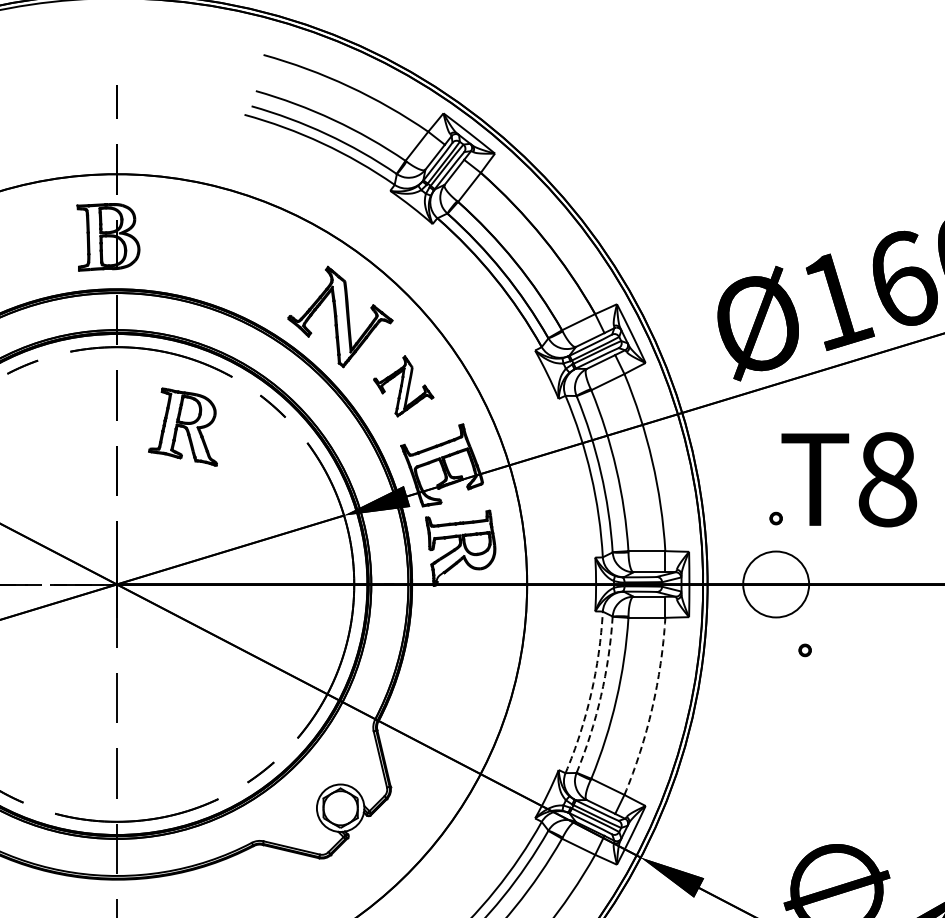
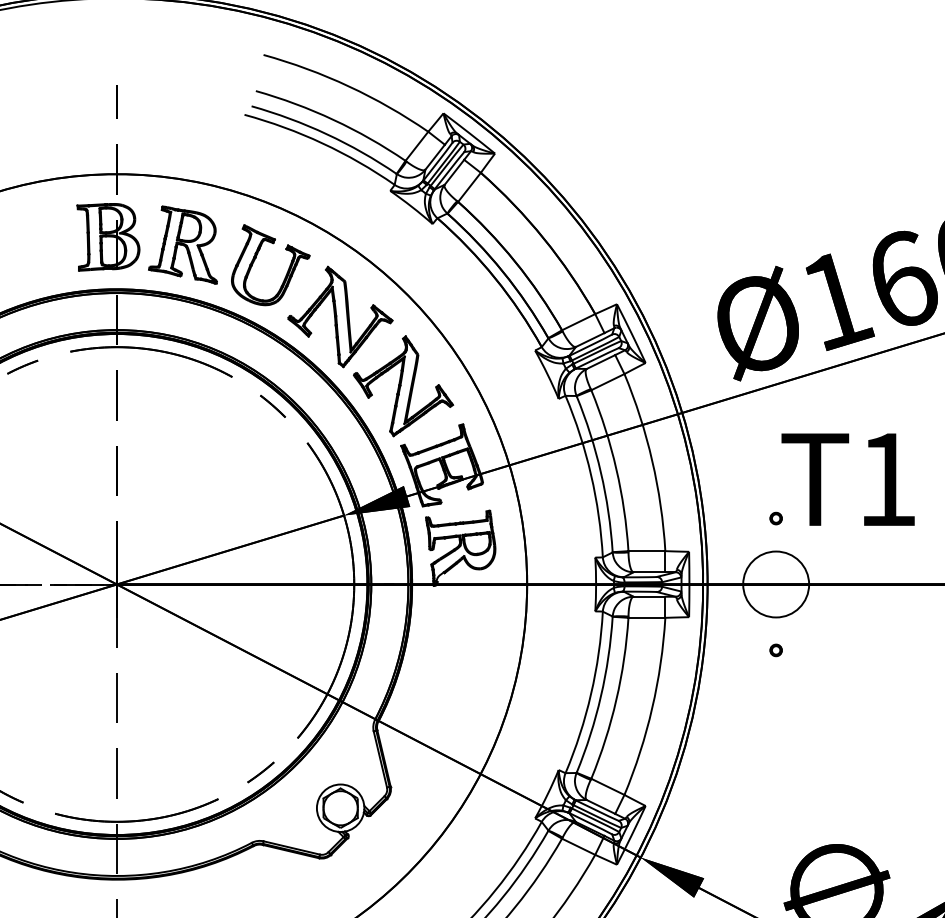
part at (256, 258): none -> present
part at (403, 386) size: 62x63 px -> 102x103 px
part at (182, 426) position: (182, 426) -> (182, 244)
text at (887, 479): T8 -> T1
part at (804, 650) position: (804, 650) -> (775, 650)
arc at (591, 693): dashed -> solid
arc at (600, 696): dashed -> solid
arc at (652, 708): dashed -> solid
